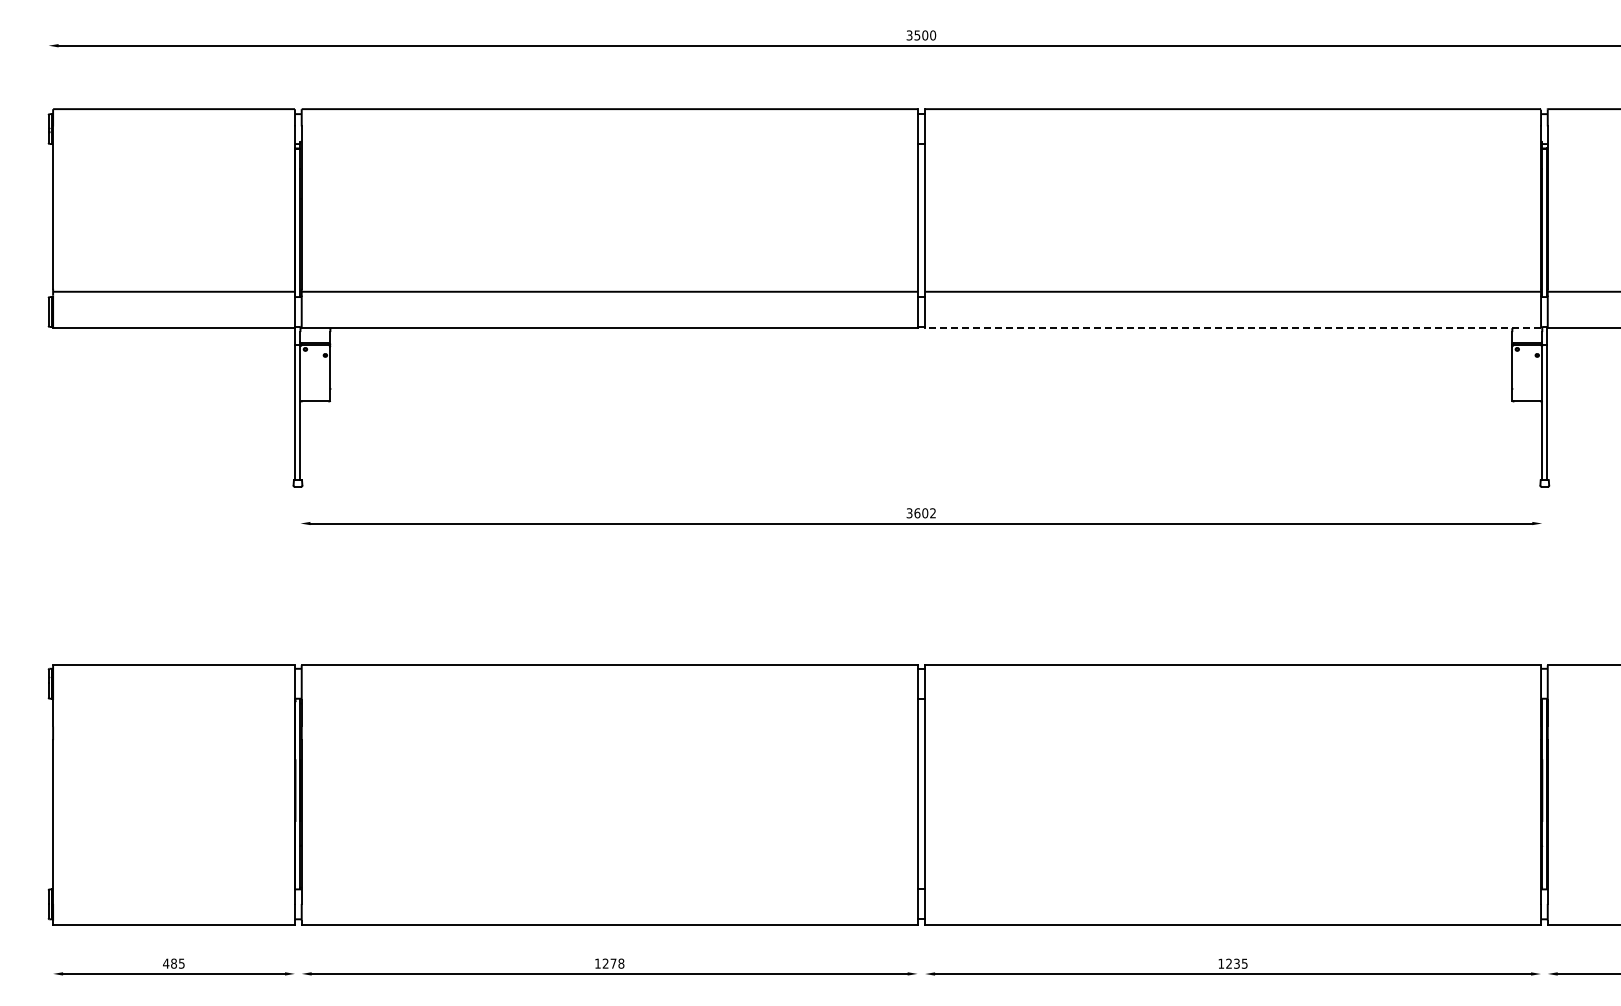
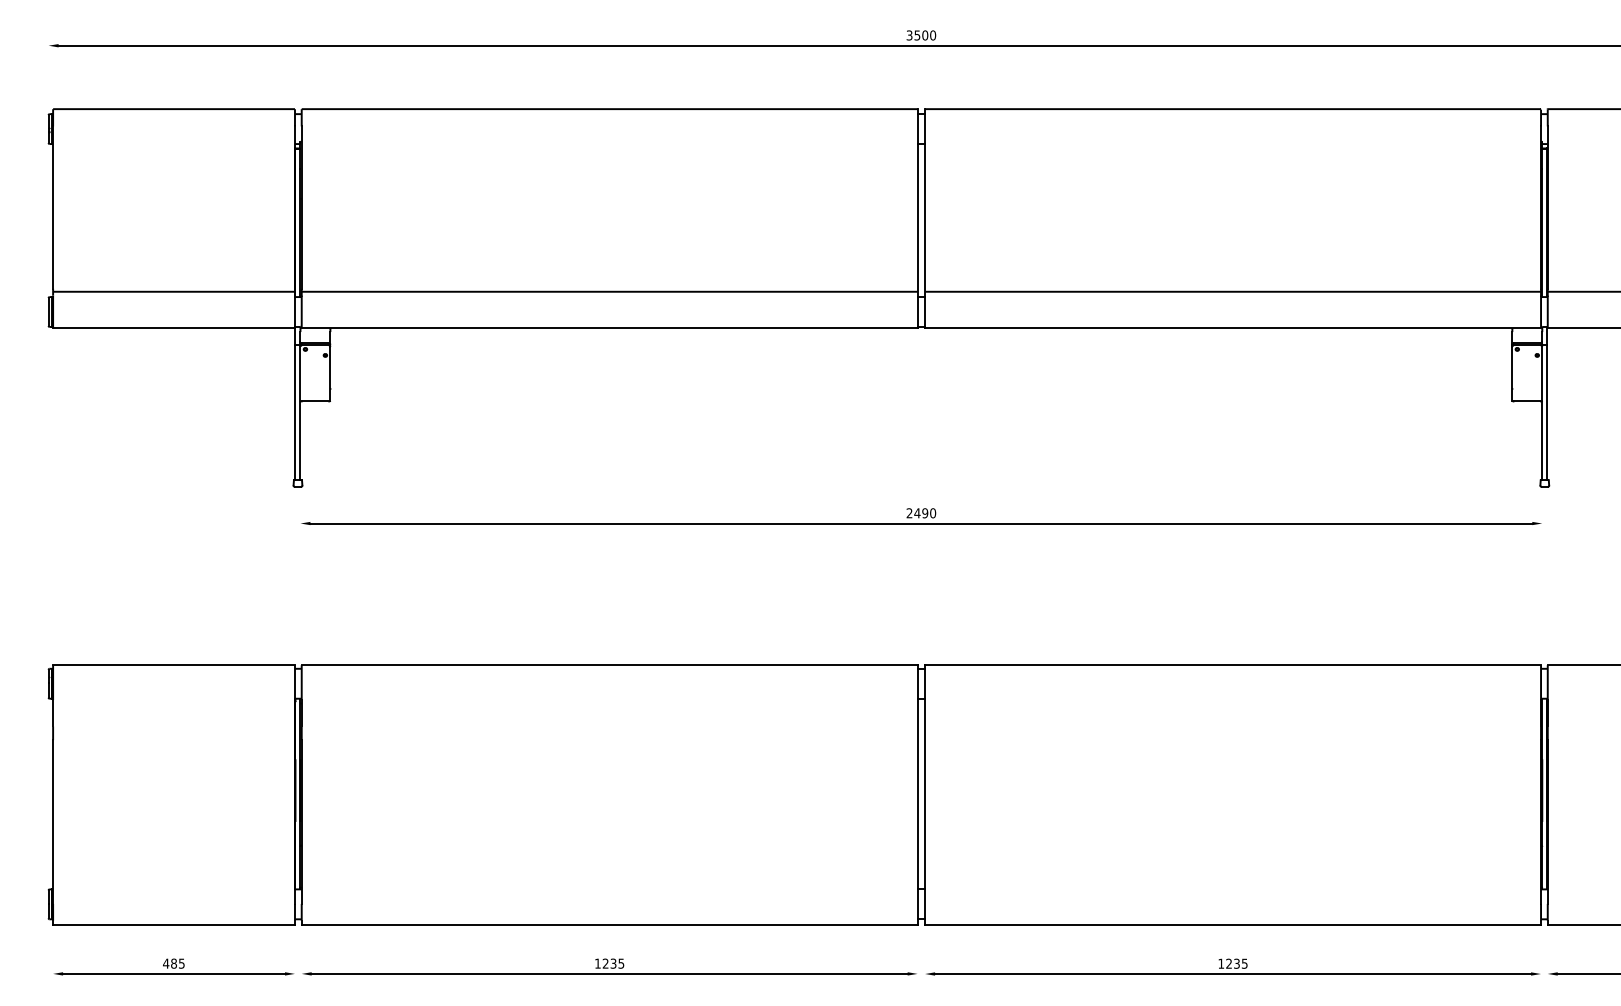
line at (1233, 328): dashed -> solid
text at (921, 513): 3602 -> 2490
text at (617, 963): 1278 -> 1235
